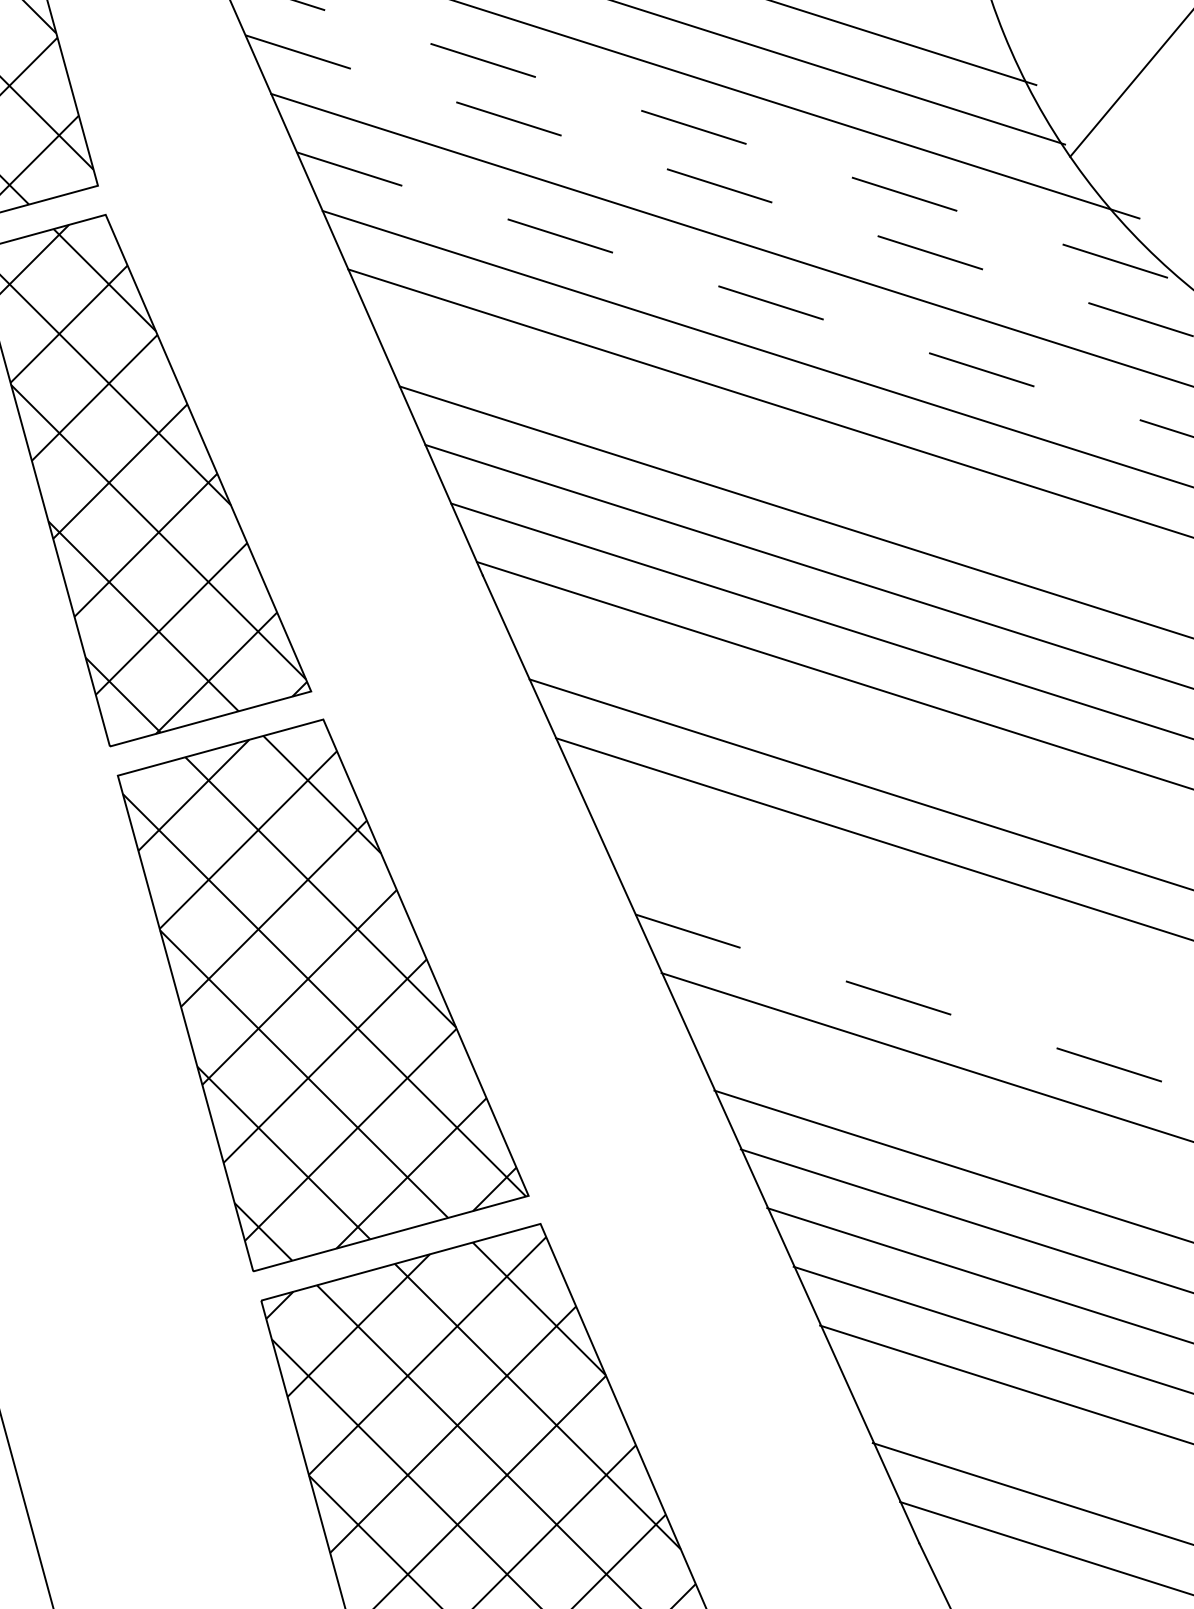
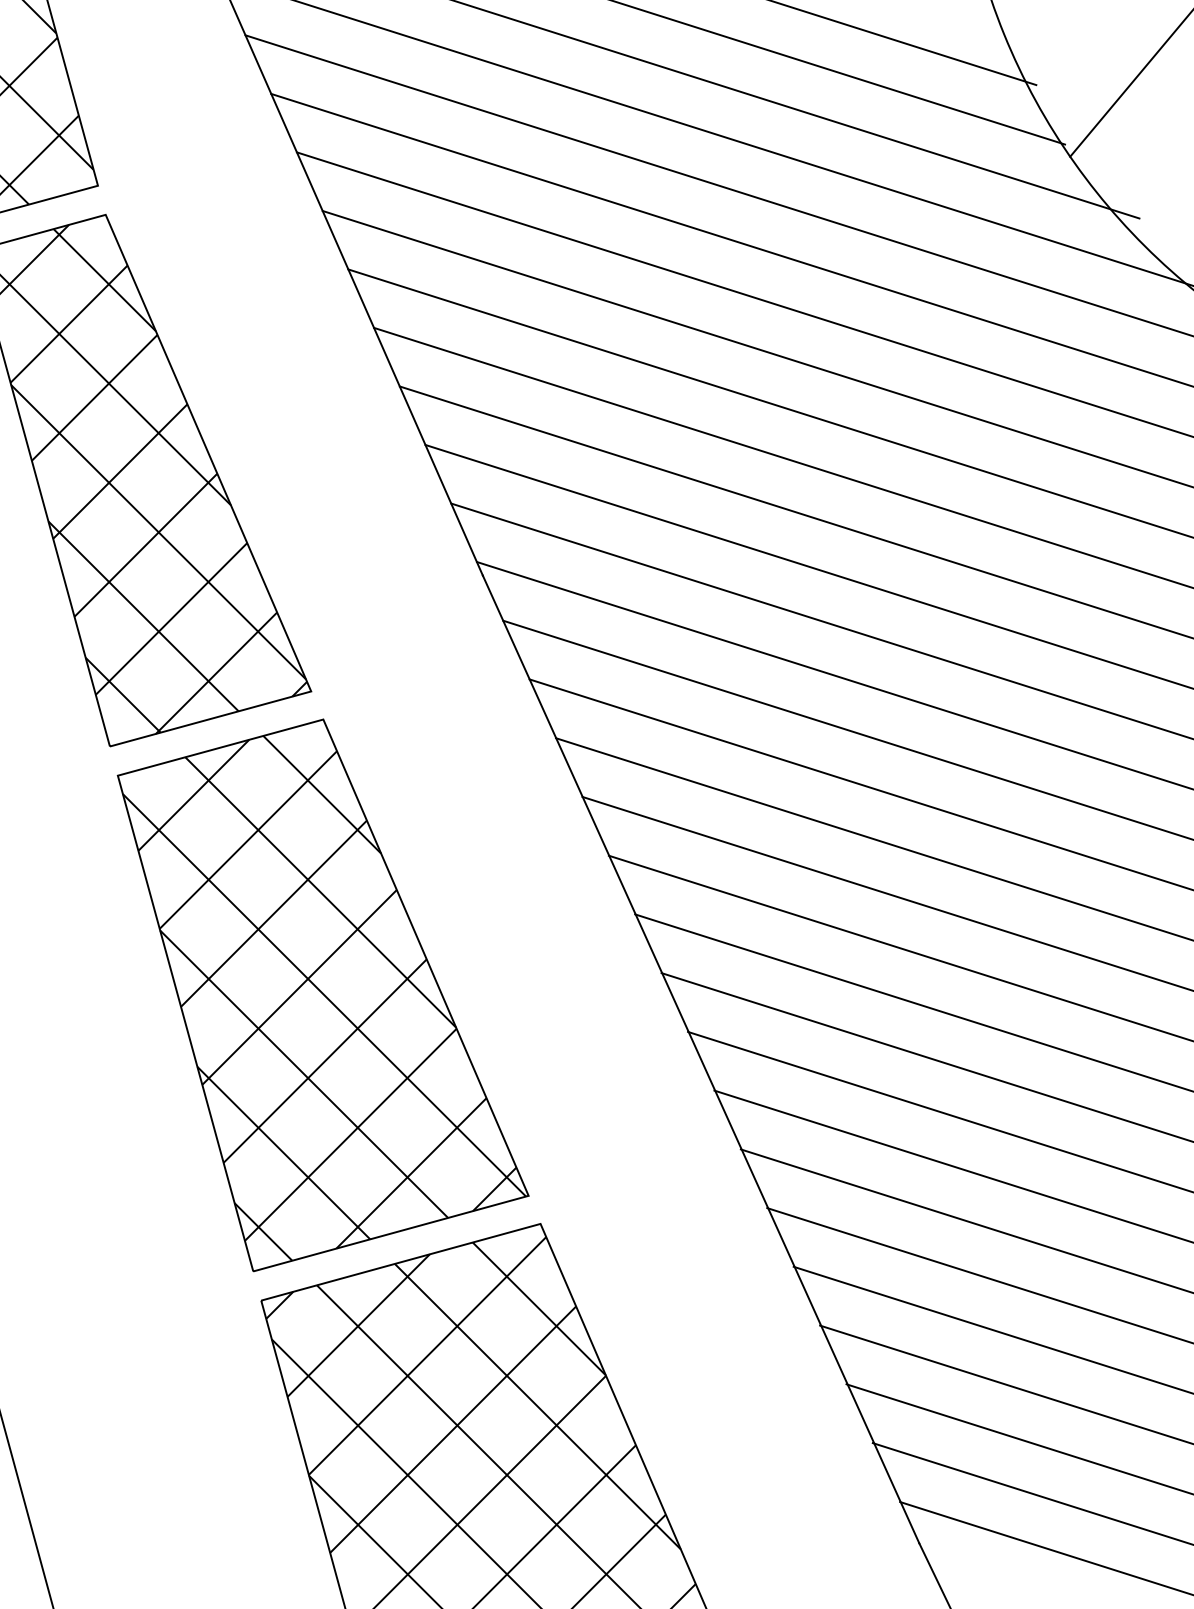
line at (743, 143): dashed -> solid
line at (720, 186): dashed -> solid
line at (745, 294): dashed -> solid
line at (782, 457): none -> present
line at (846, 729): none -> present
line at (886, 893): none -> present
line at (899, 947): none -> present
line at (914, 1003): dashed -> solid
line at (939, 1111): none -> present
line at (1018, 1438): none -> present
